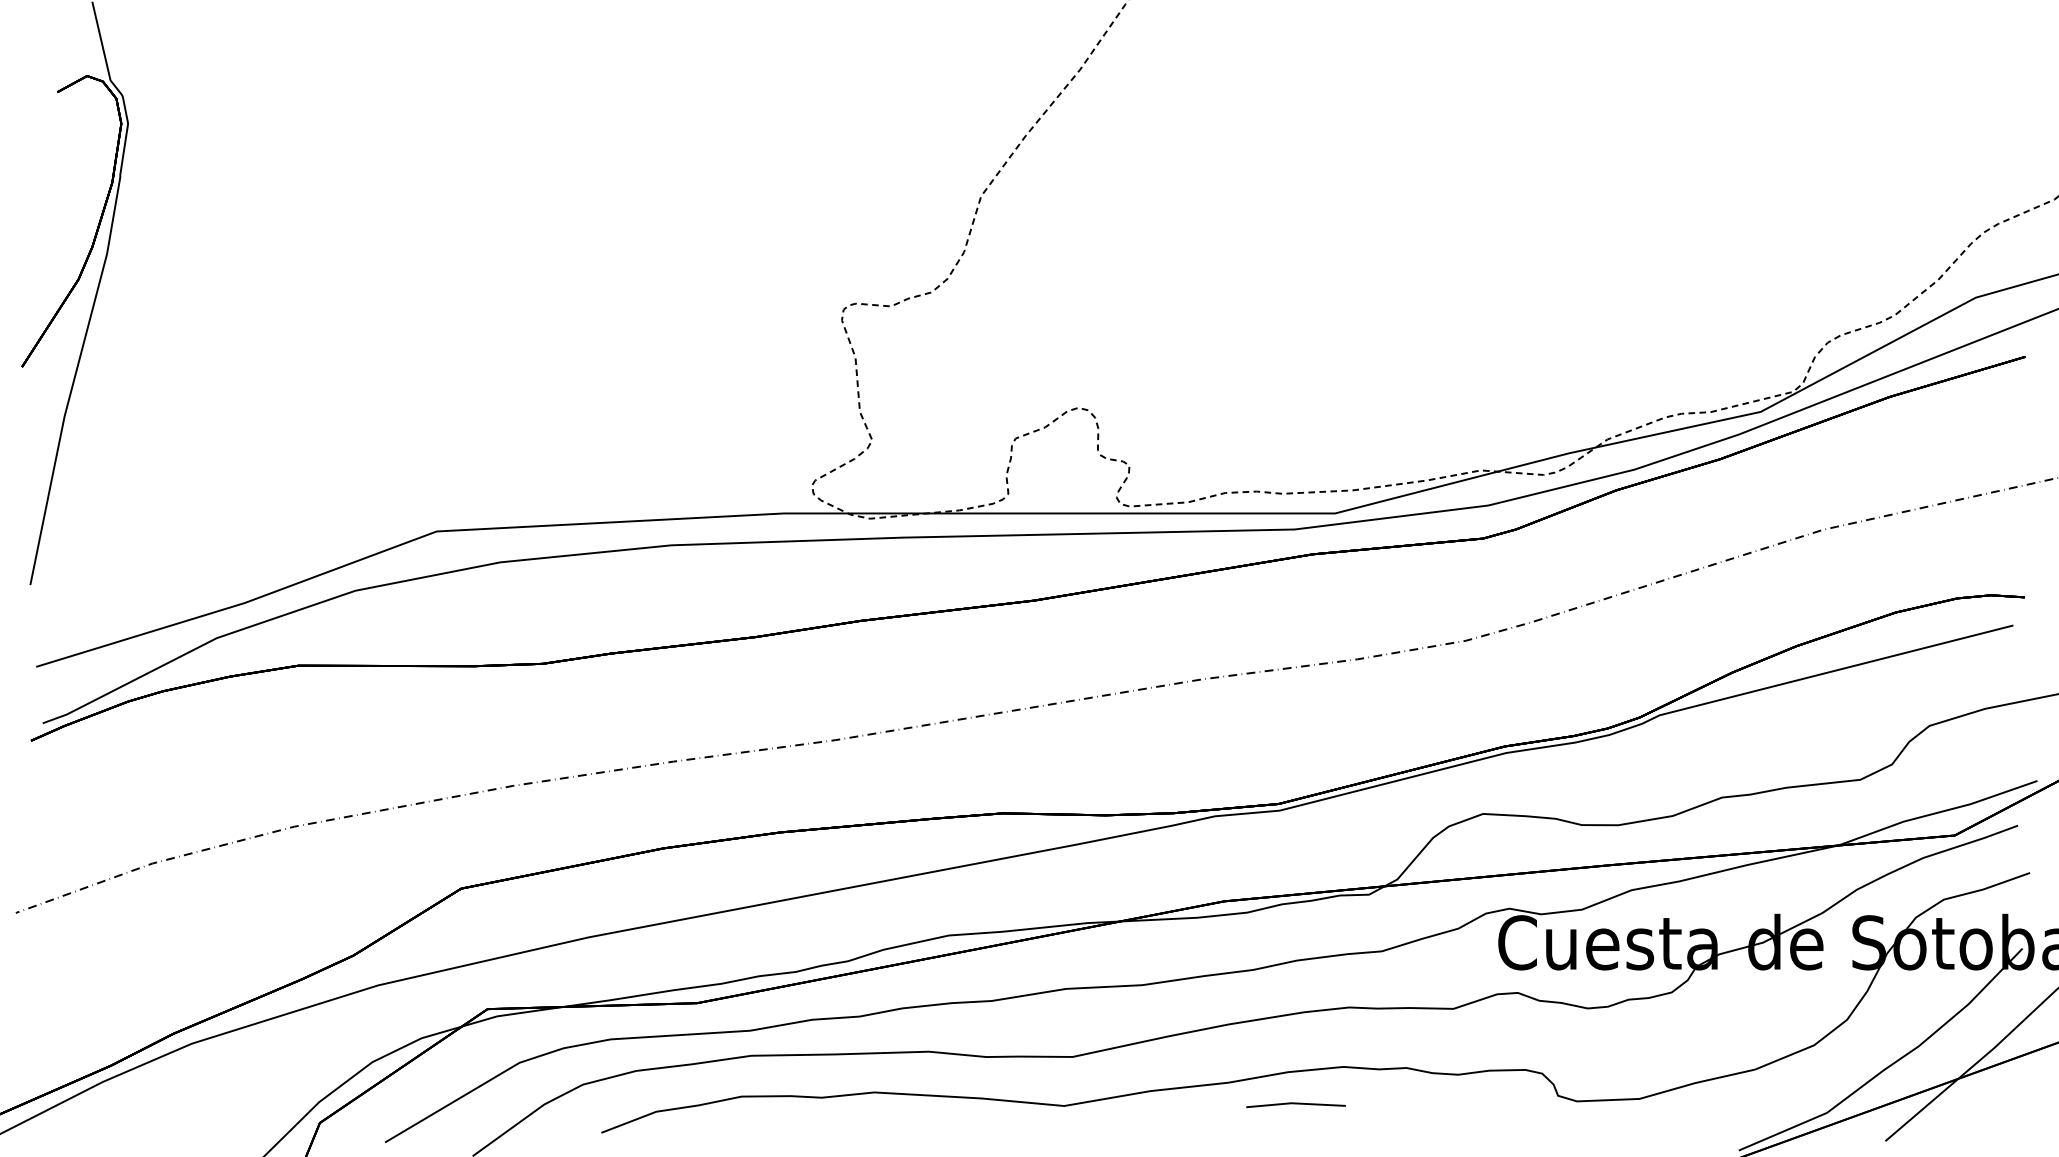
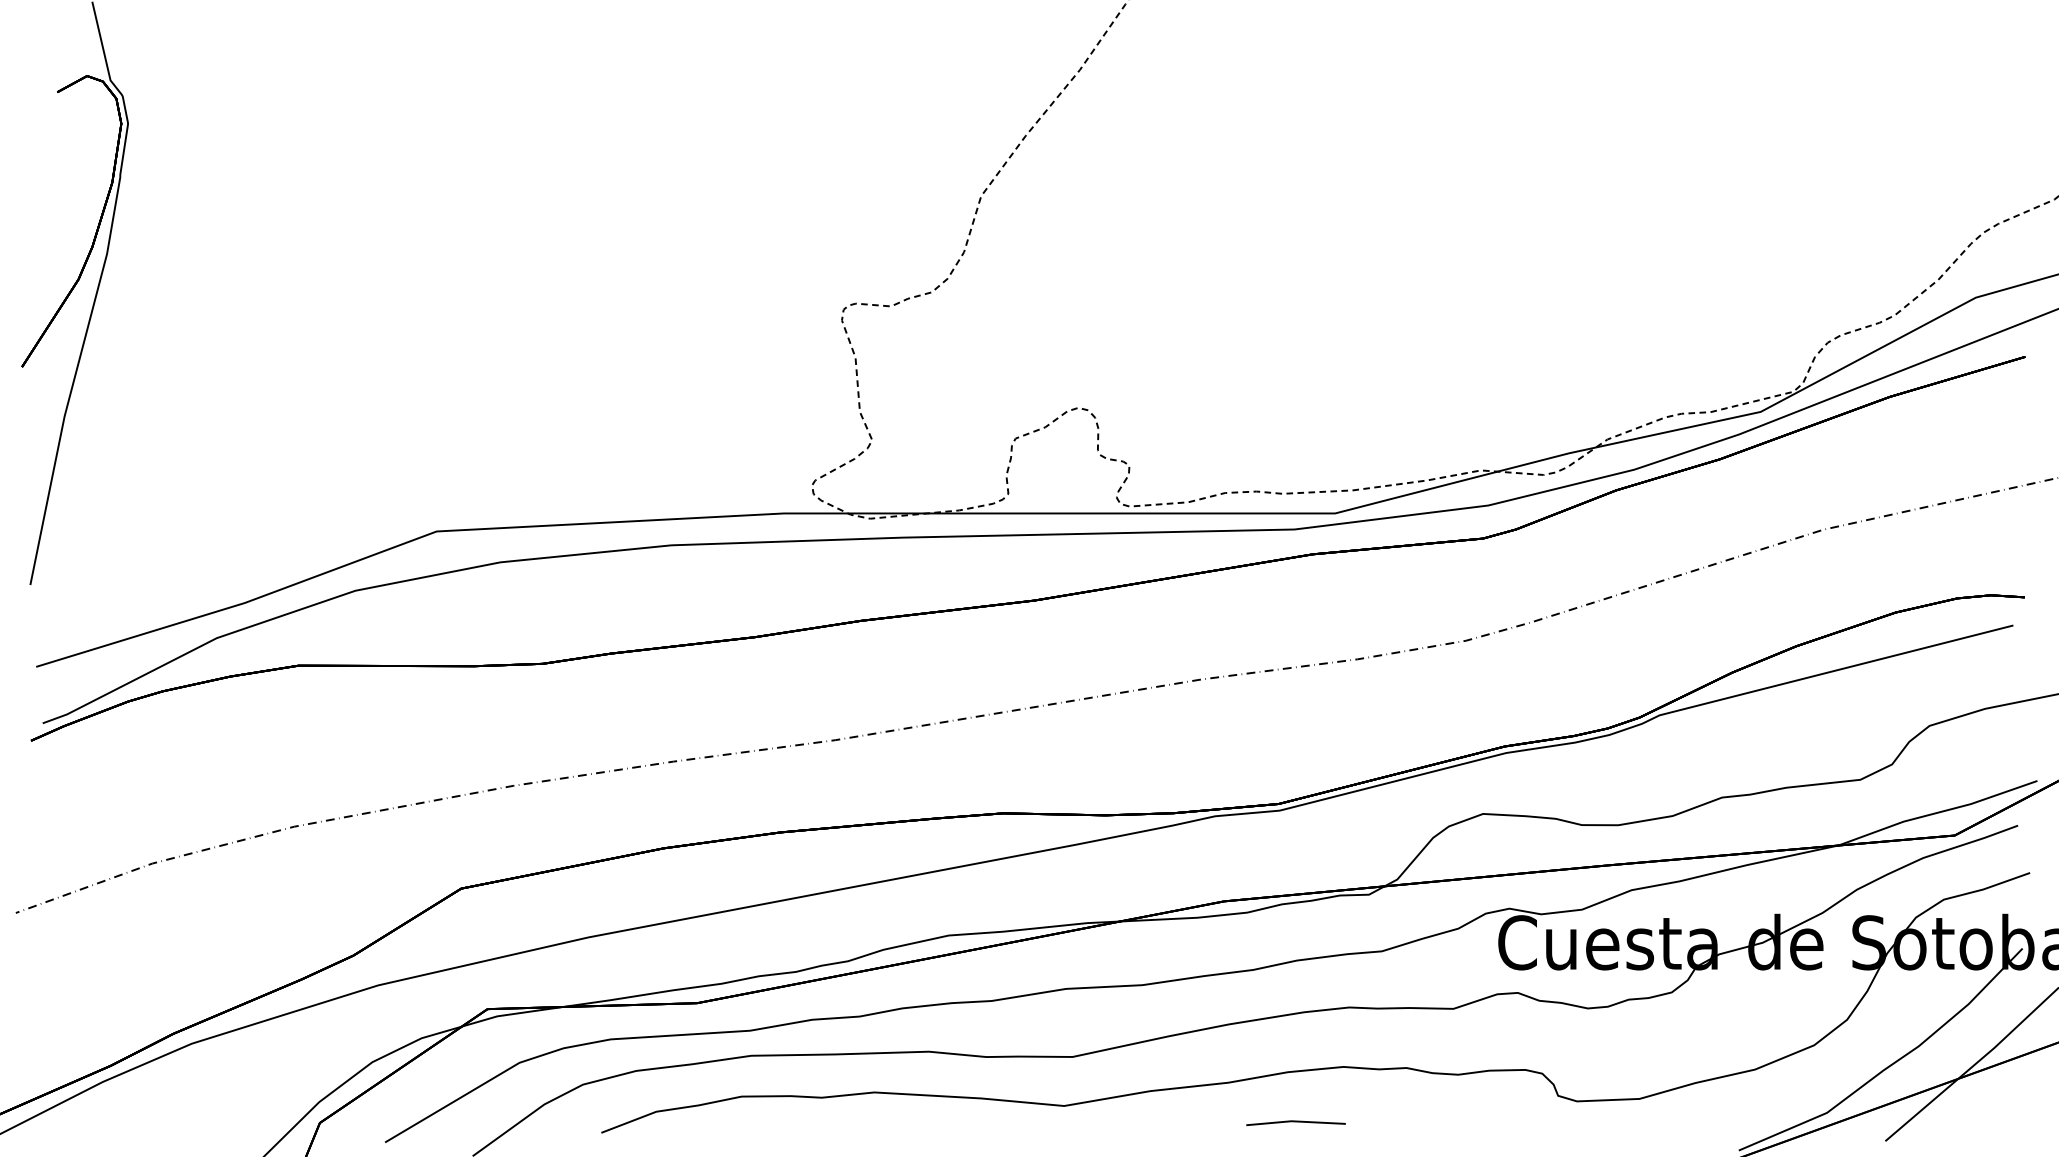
line at (1295, 1104) position: (1295, 1104) -> (1295, 1122)
